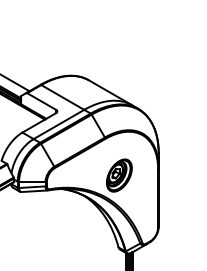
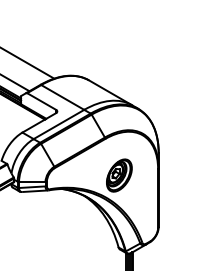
line at (28, 63): none -> present
